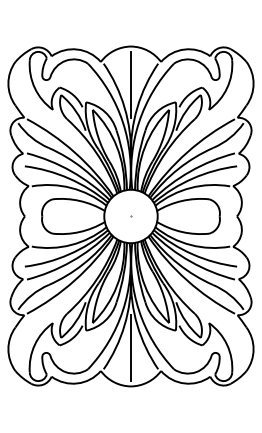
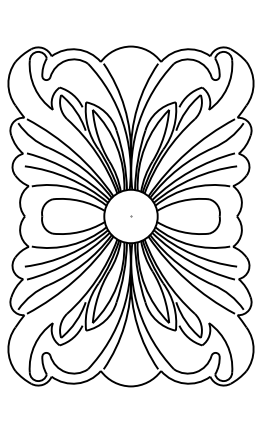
line at (130, 84): present -> none
line at (130, 347): present -> none
